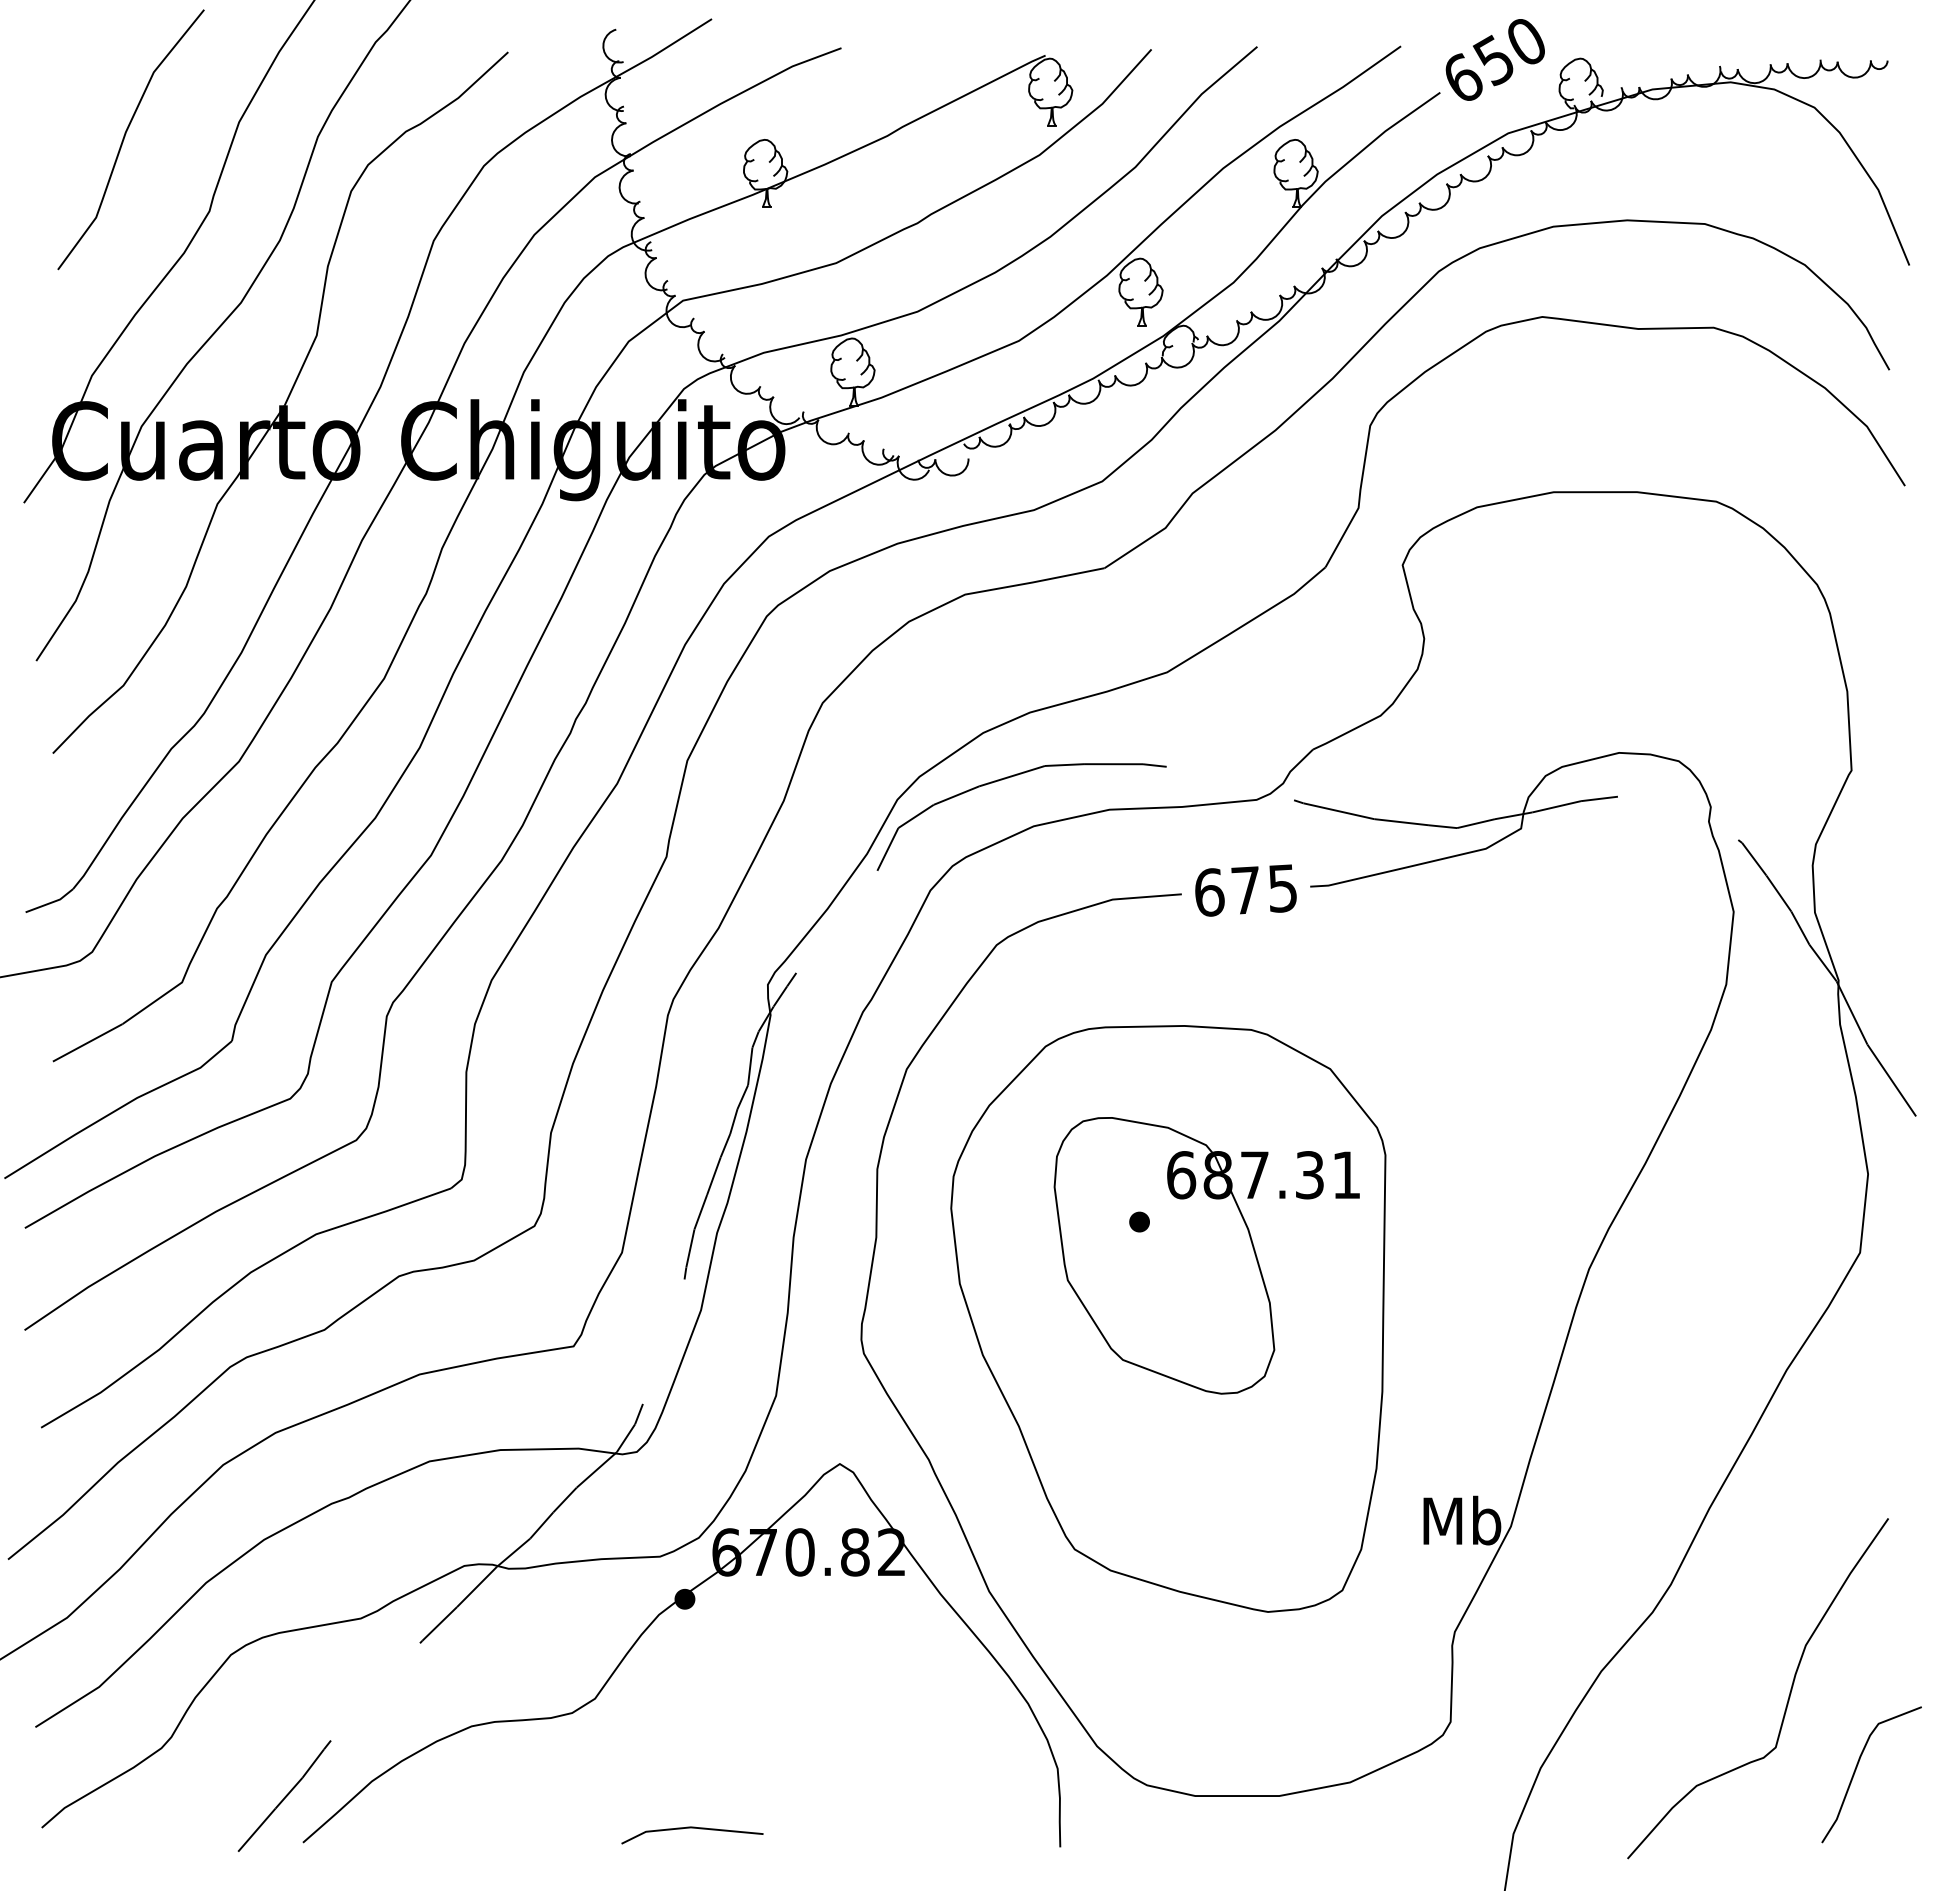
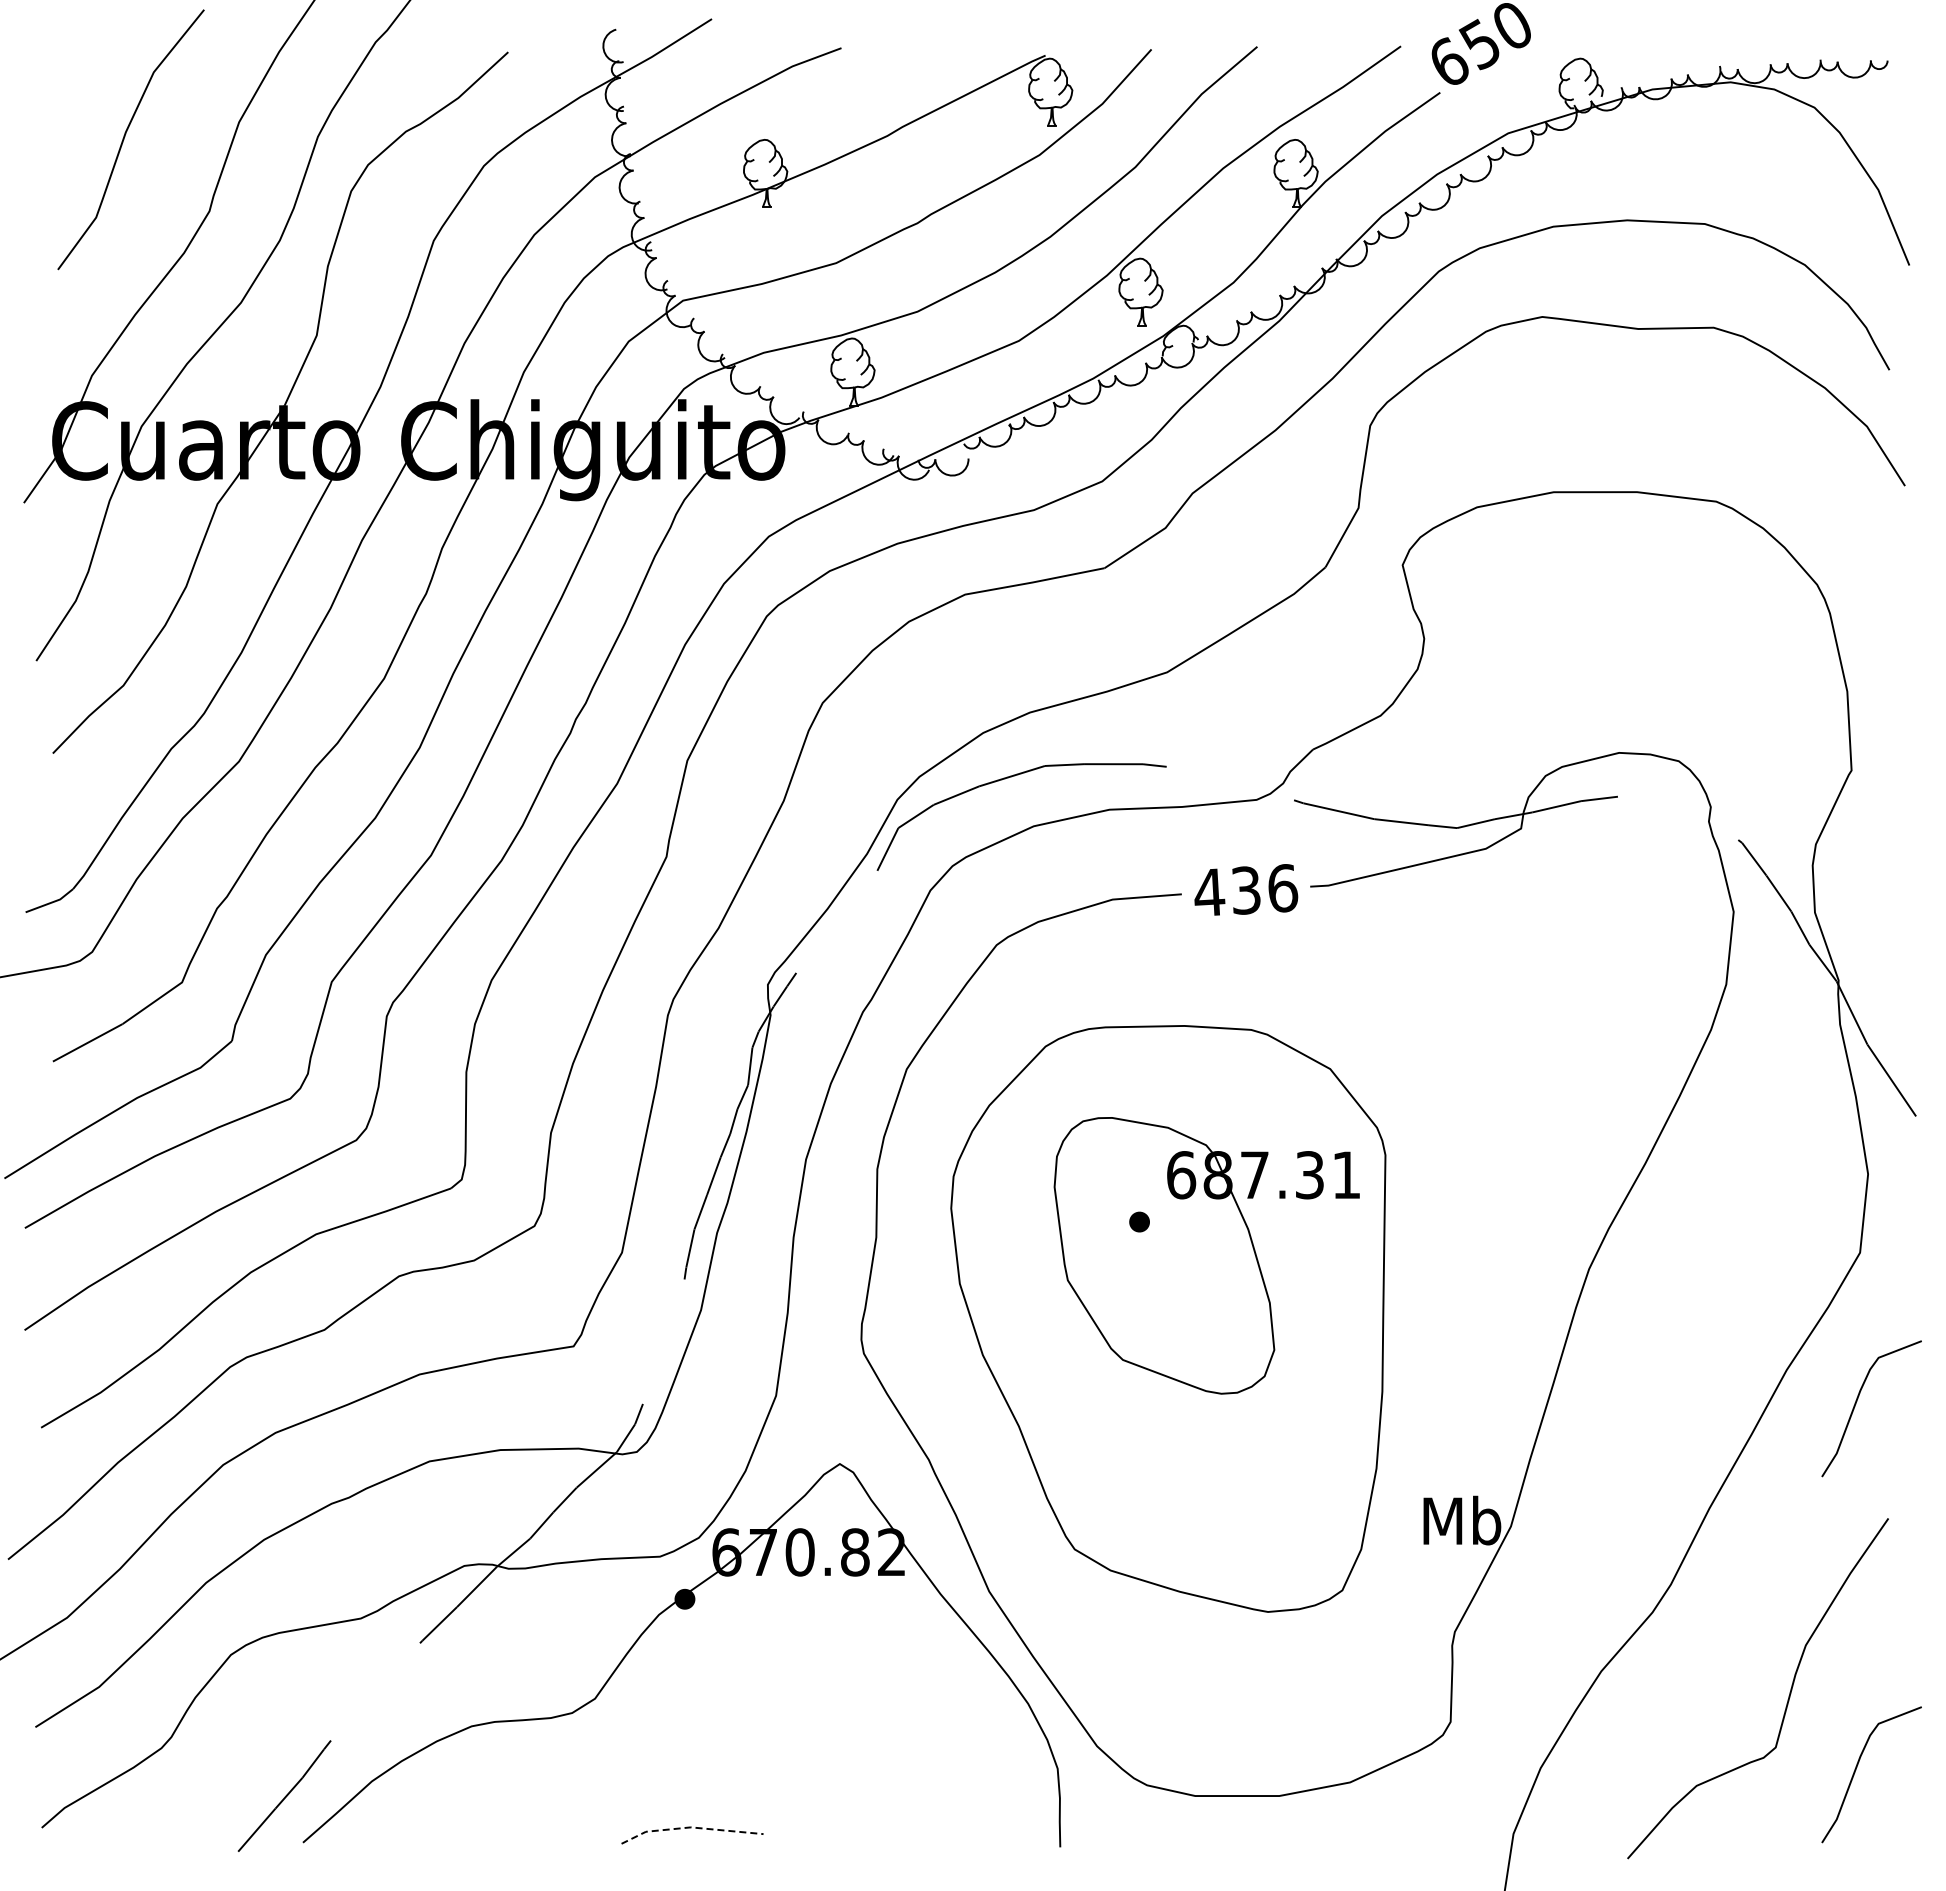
text at (1494, 59) position: (1494, 59) -> (1480, 43)
text at (1246, 890): 675 -> 436
curve at (1856, 1404): none -> present
line at (690, 1827): solid -> dashed
